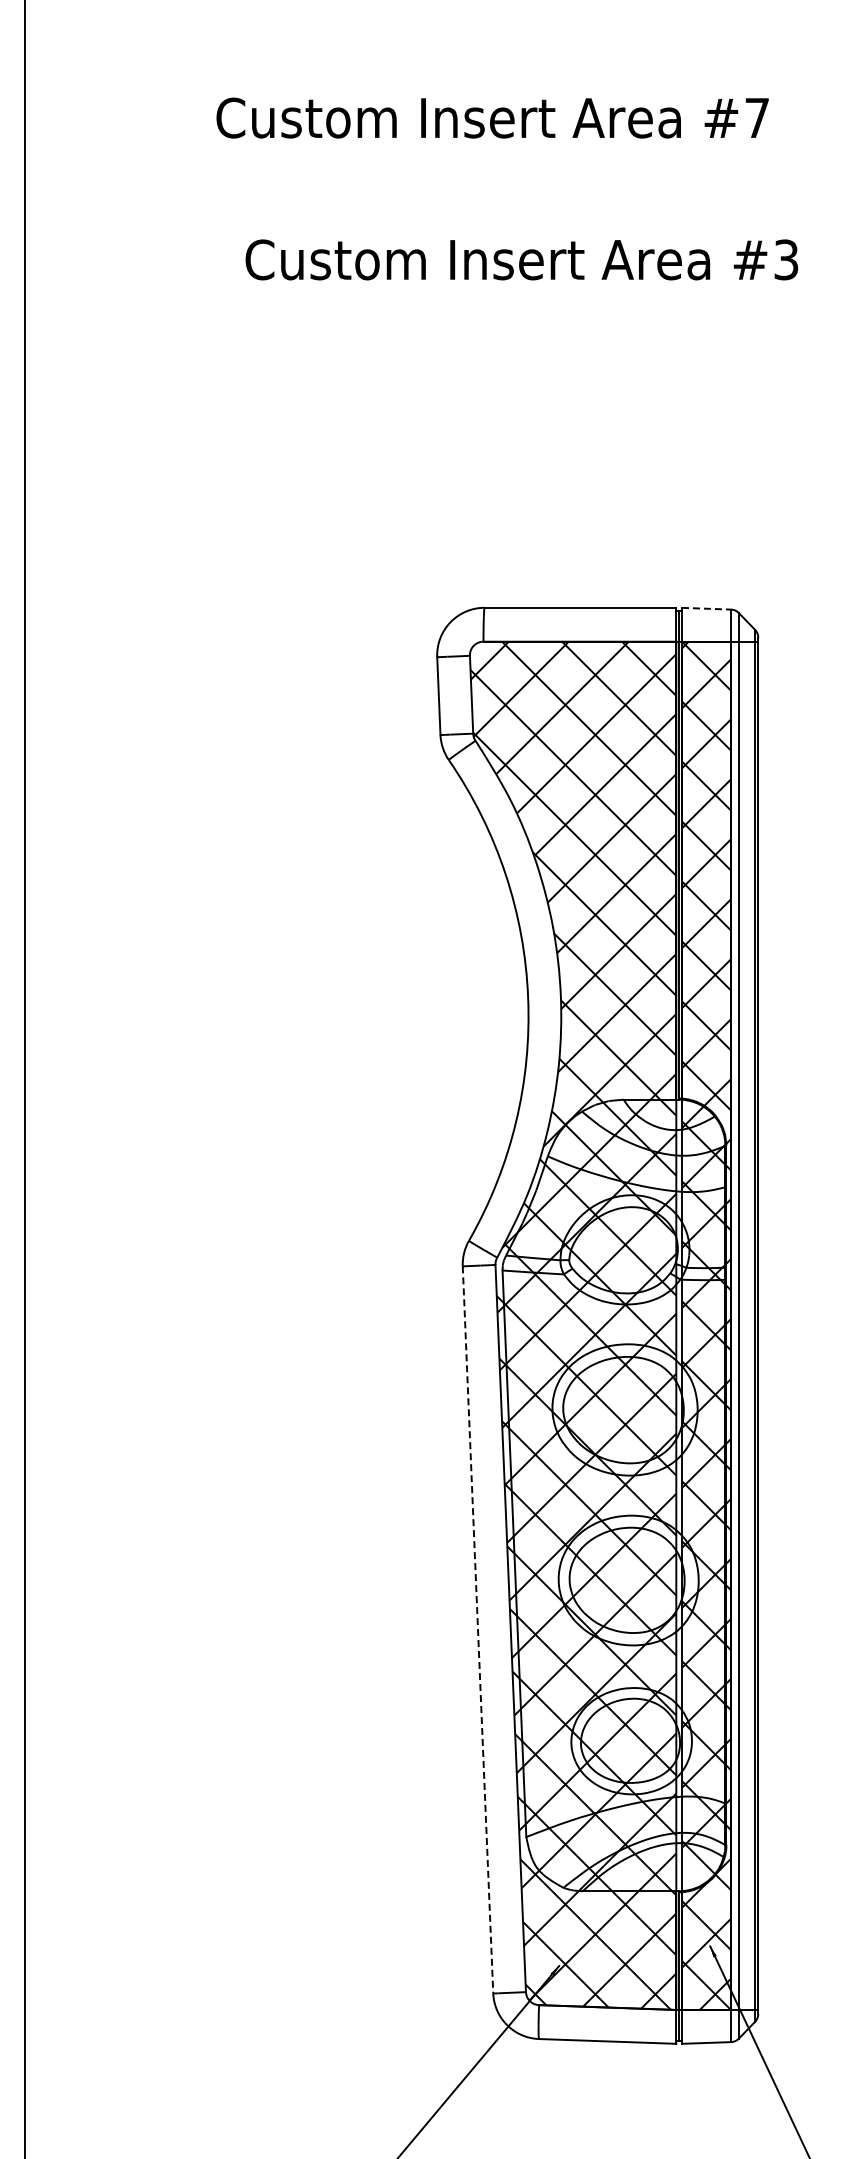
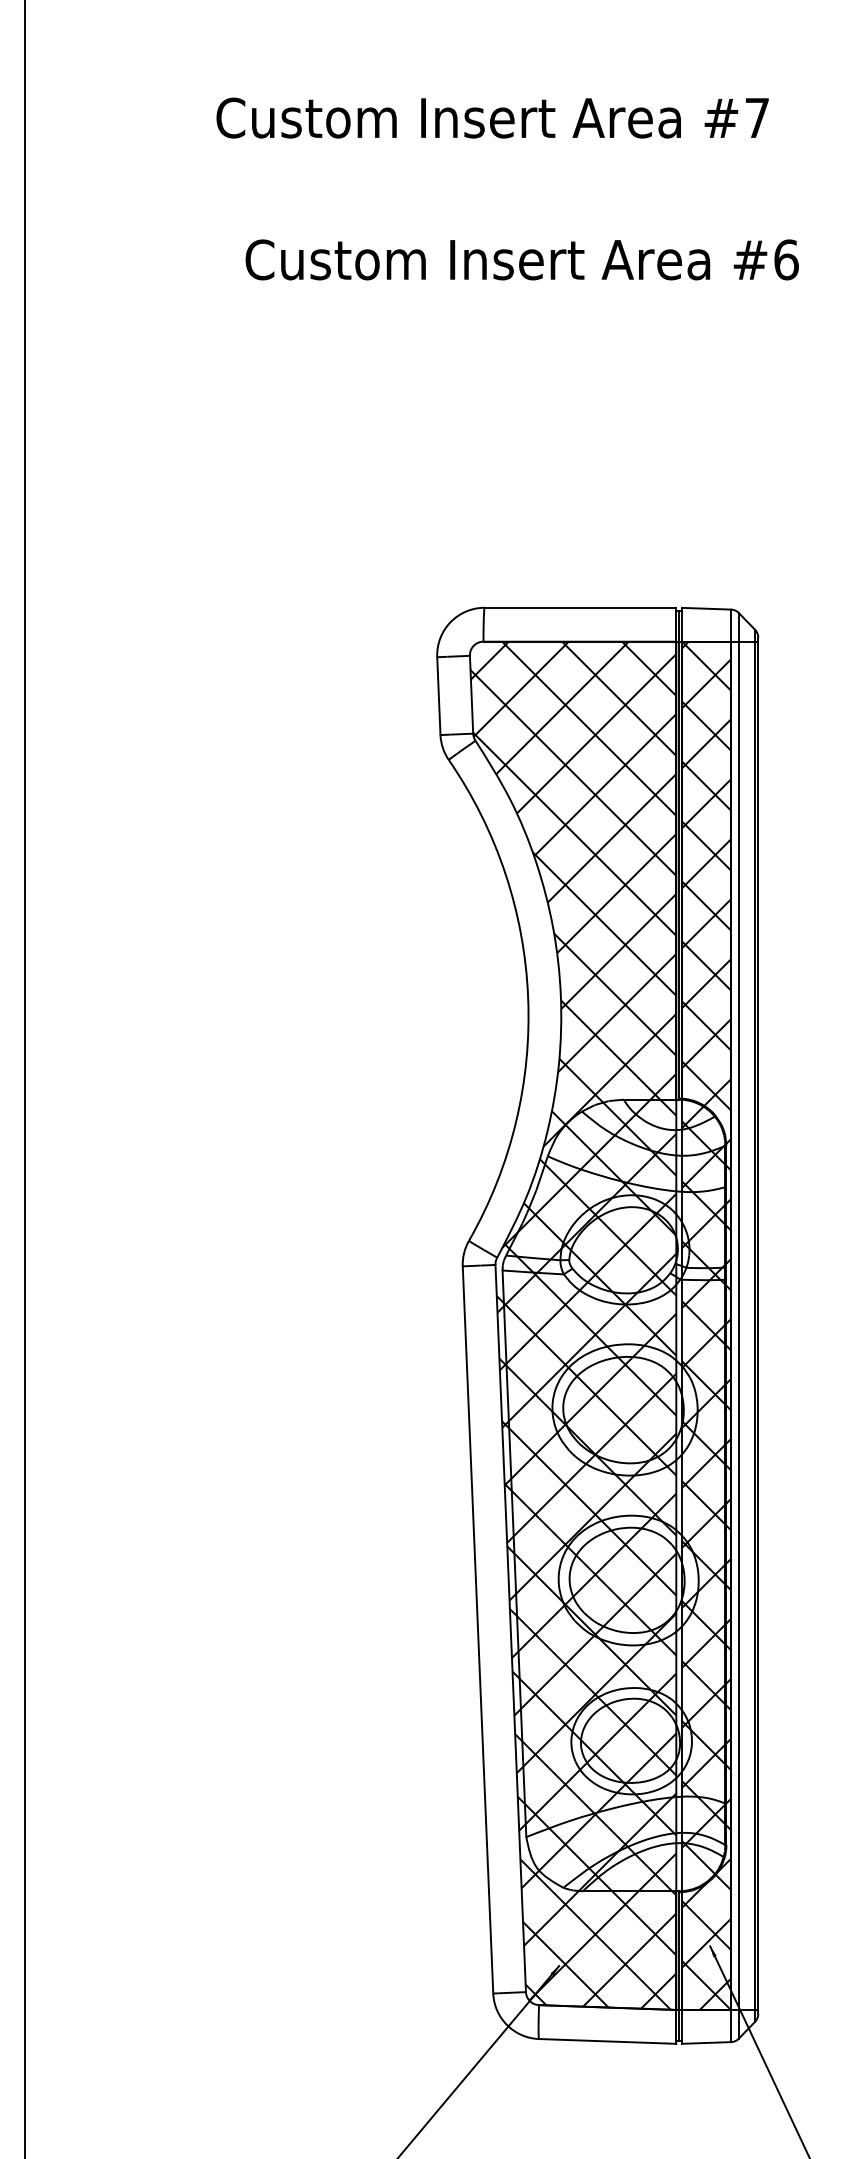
text at (786, 259): #3 -> #6
line at (706, 608): dashed -> solid
line at (478, 1629): dashed -> solid
